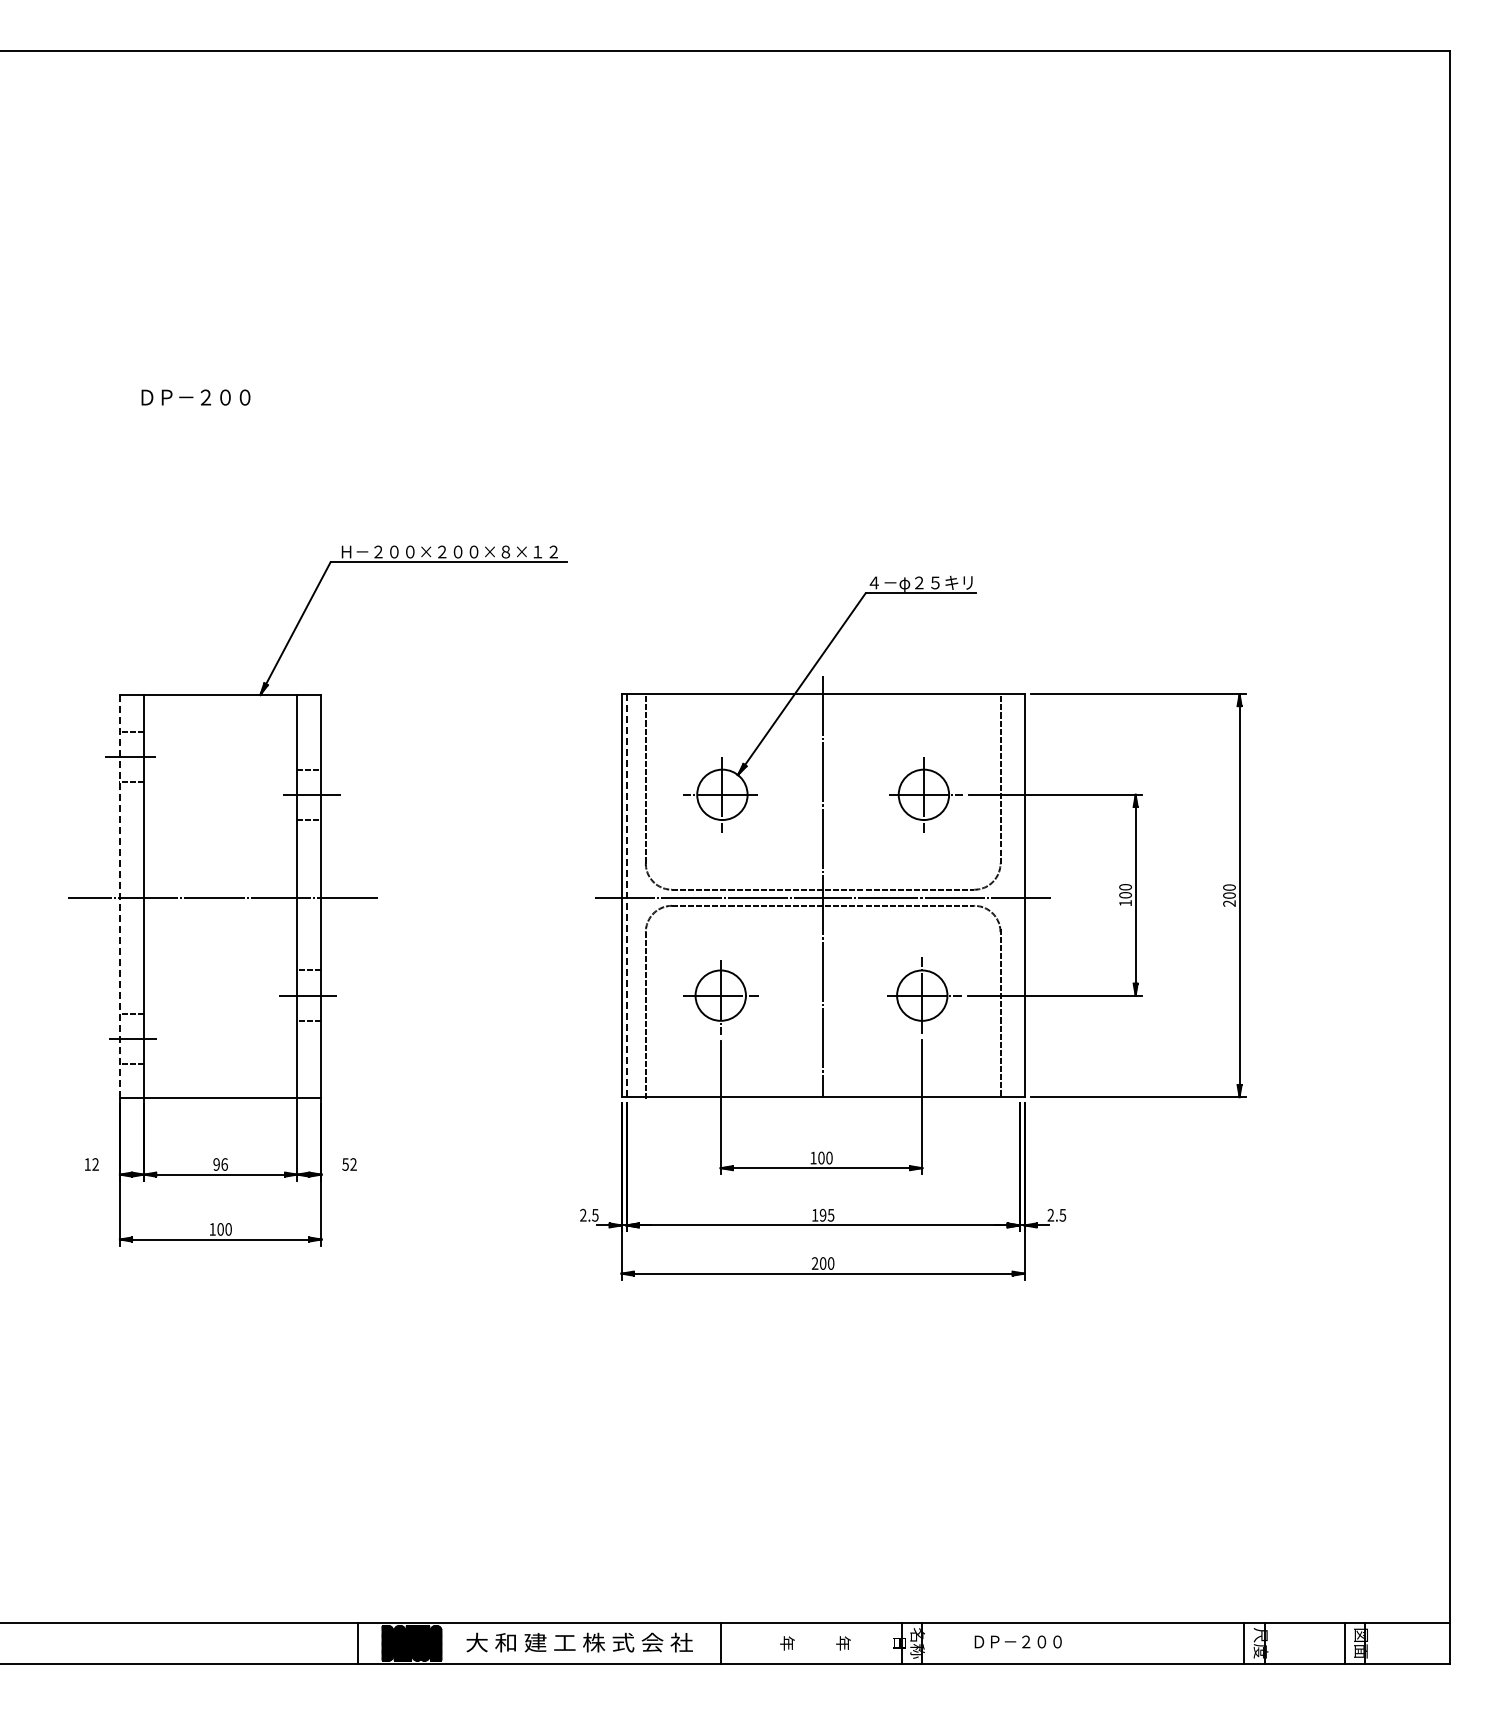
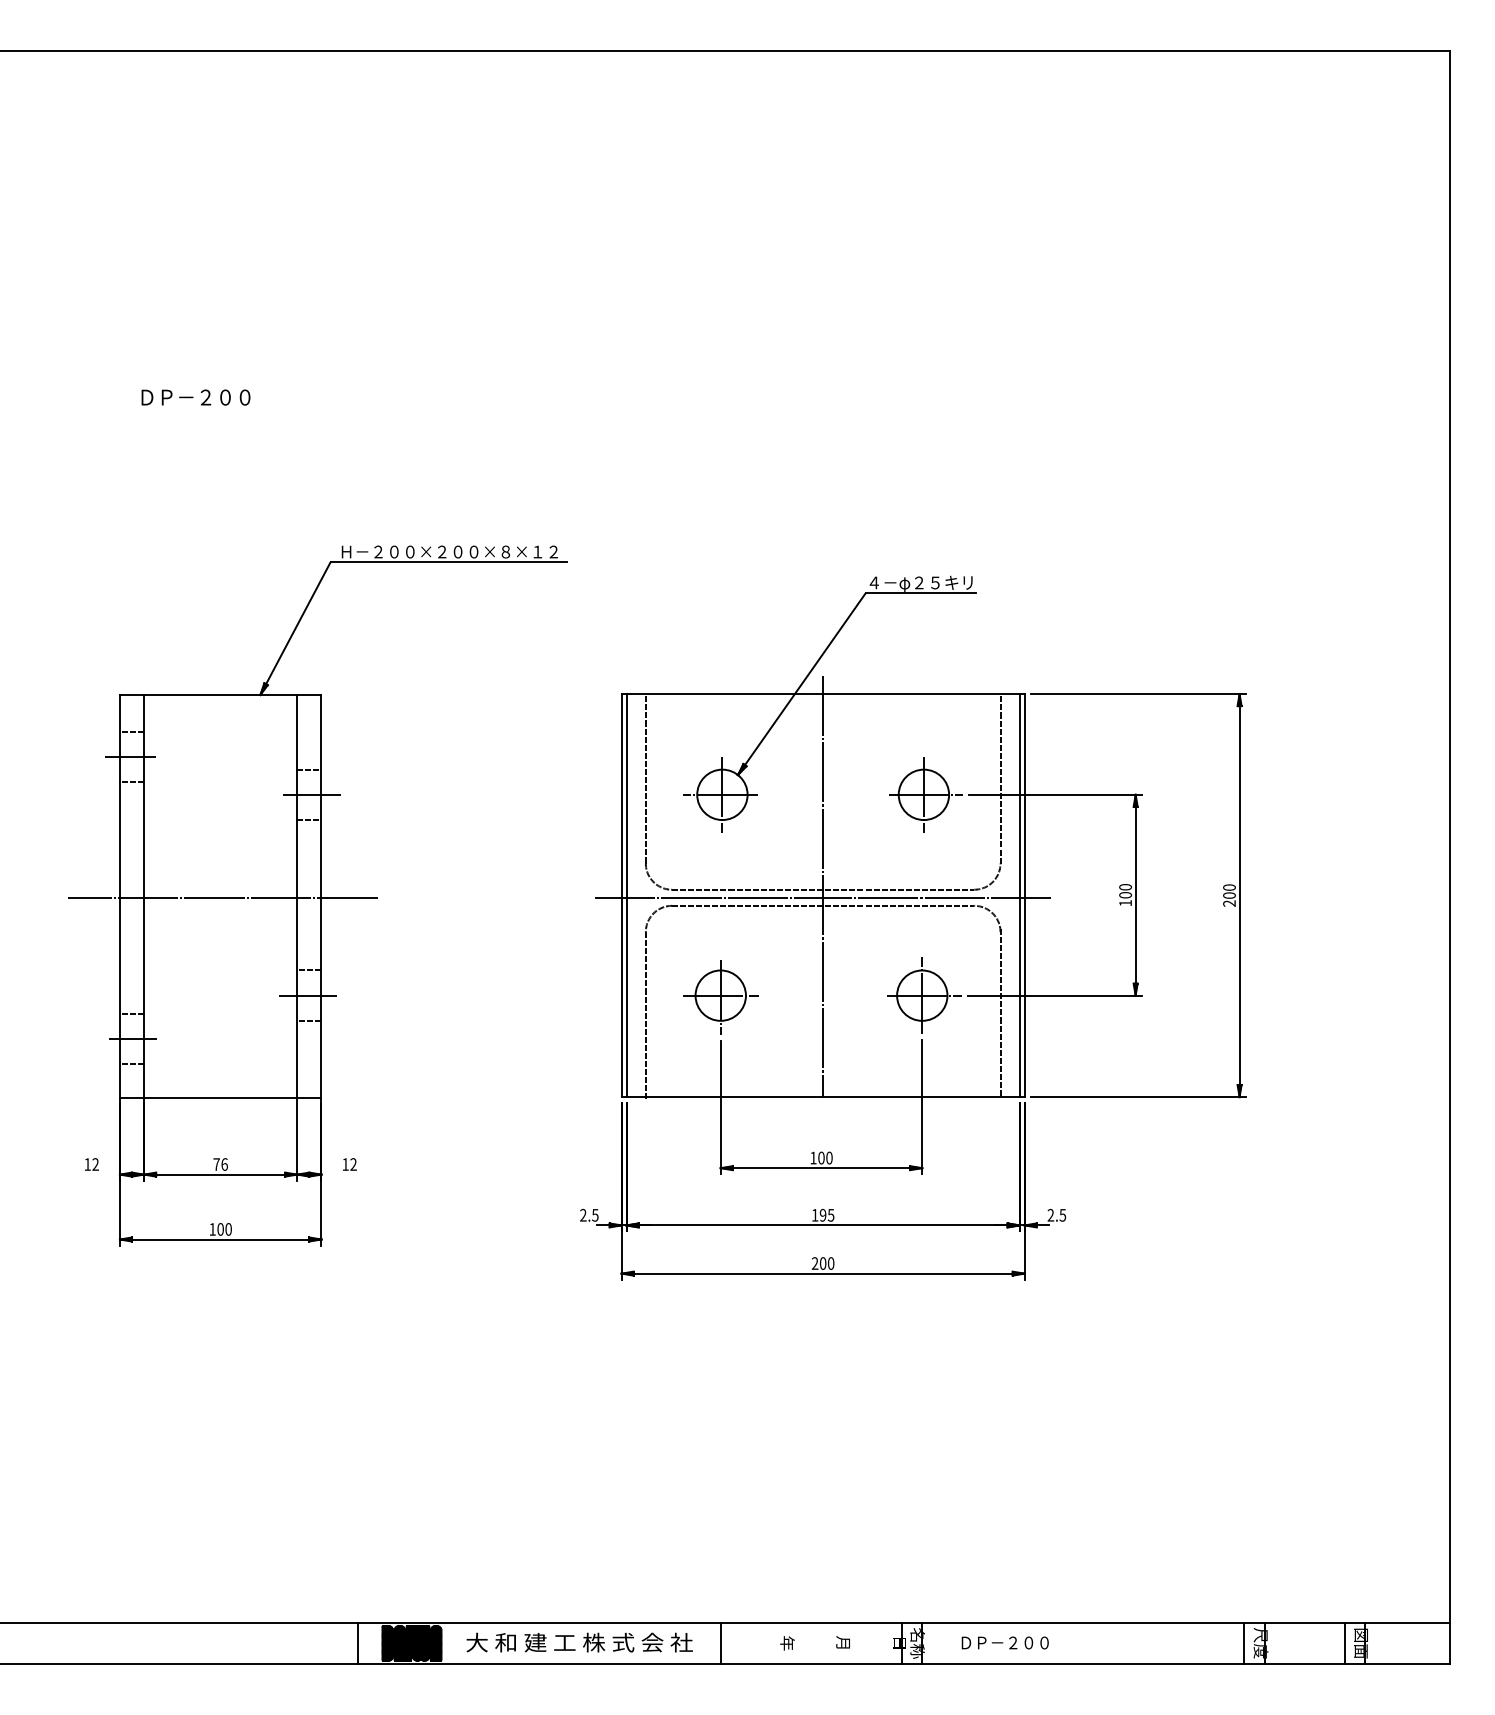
line at (626, 895): dashed -> solid
line at (1019, 895): none -> present
line at (119, 896): dashed -> solid
text at (216, 1164): 96 -> 76
text at (345, 1164): 52 -> 12
text at (1017, 1641) position: (1017, 1641) -> (1004, 1642)
text at (843, 1643): 年 -> 月
